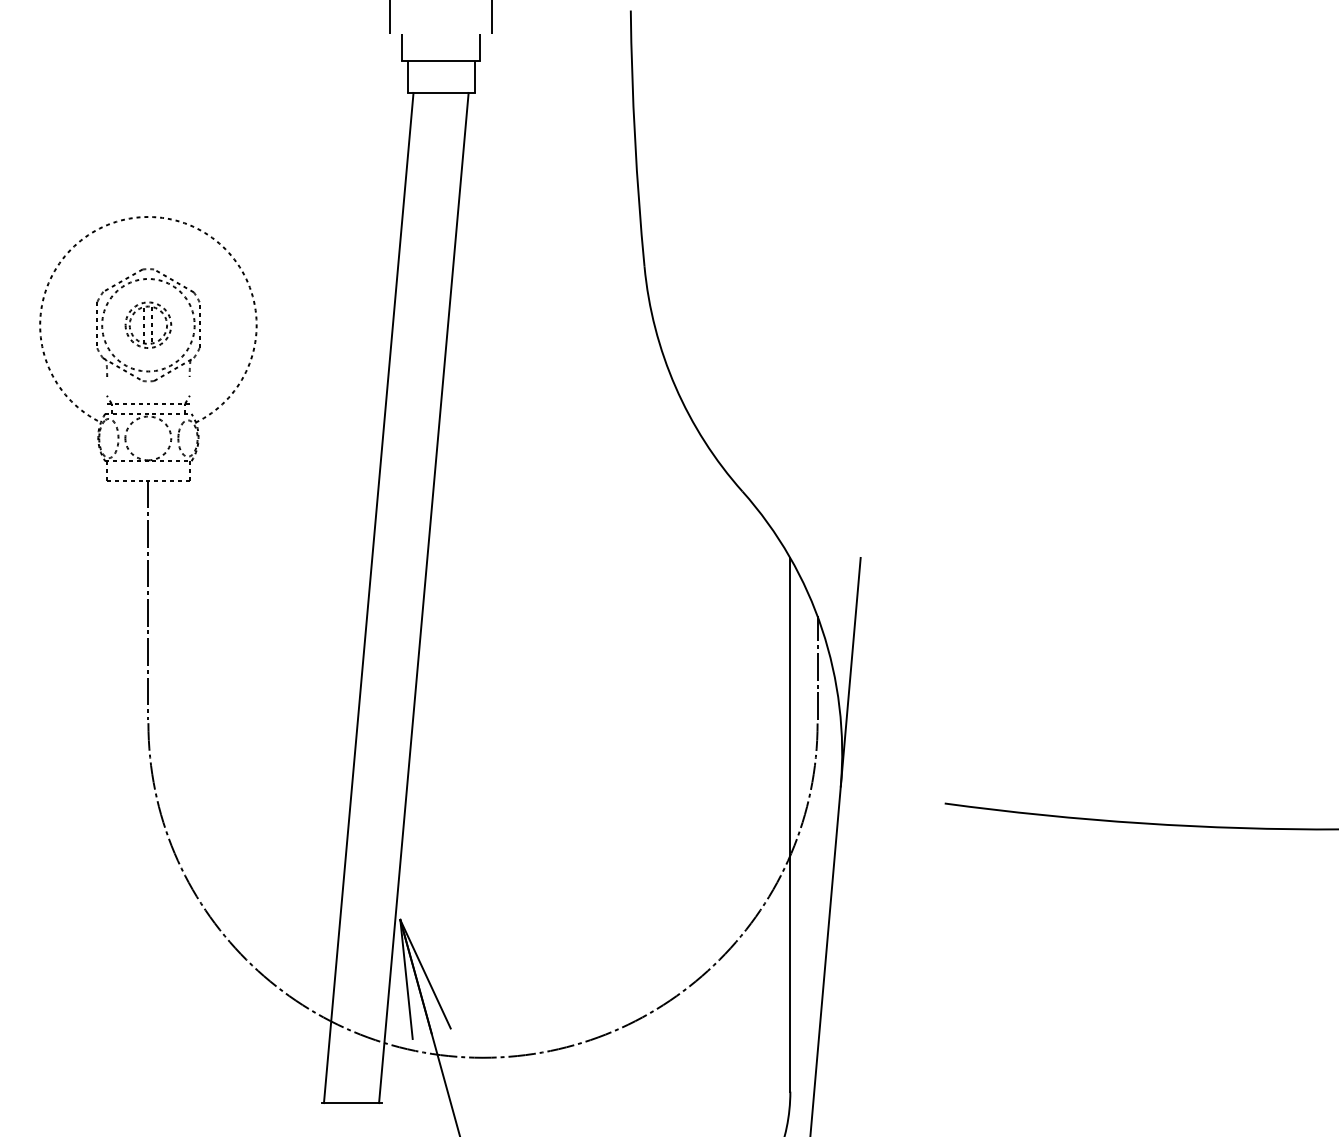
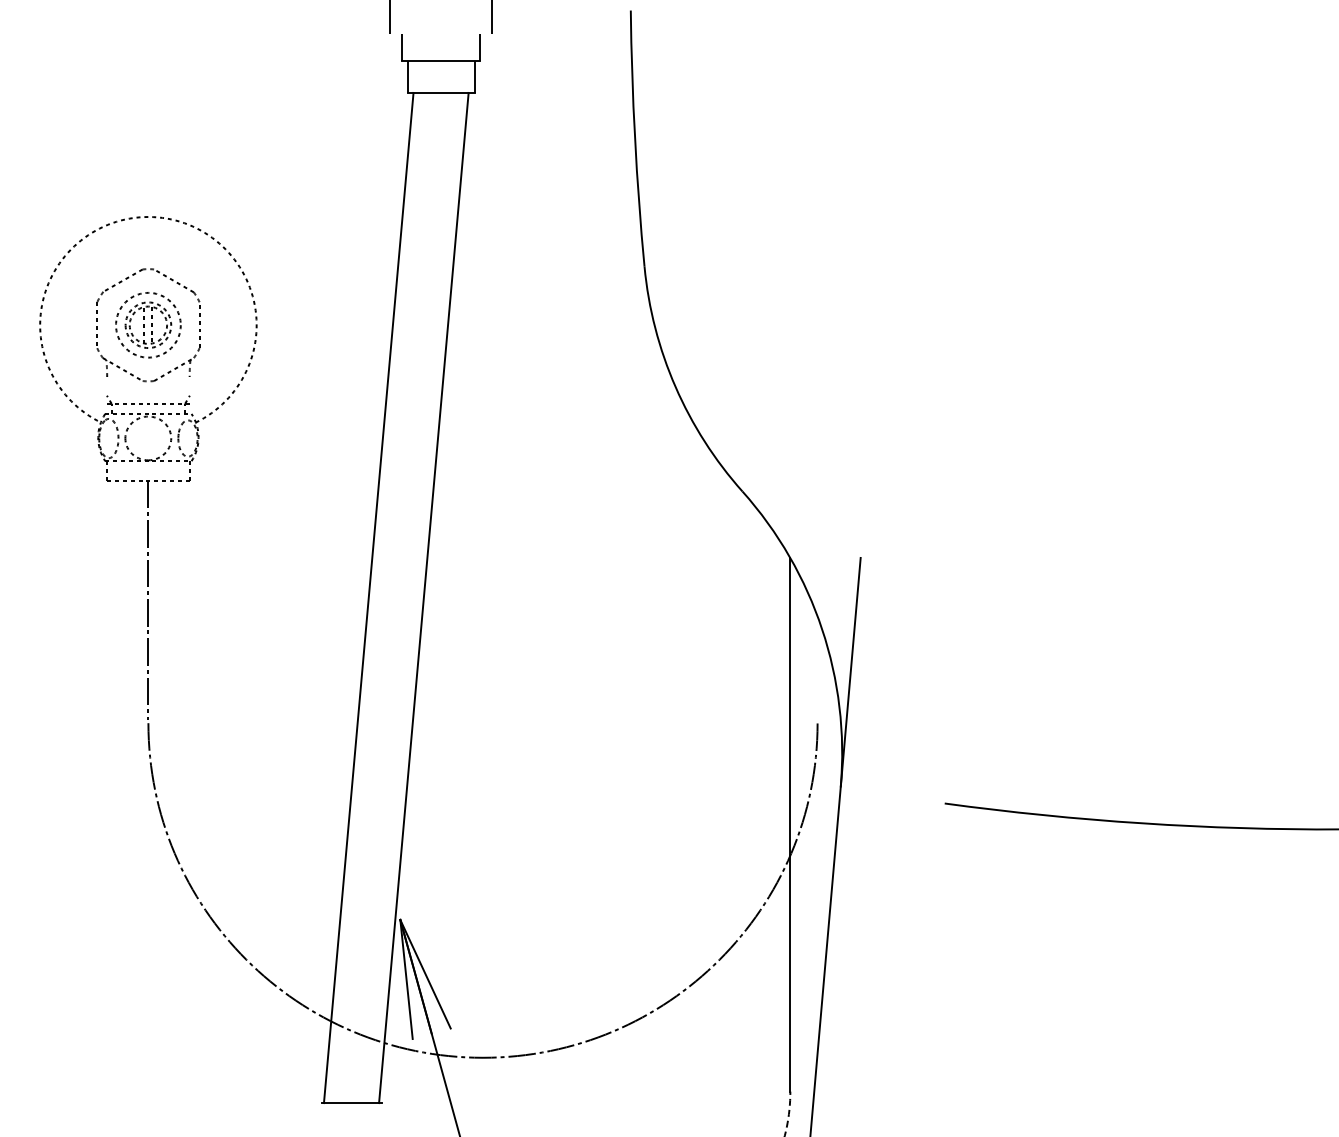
circle at (148, 325) diameter: 93 px -> 65 px
line at (817, 668): present -> none
arc at (788, 1113): solid -> dashed
